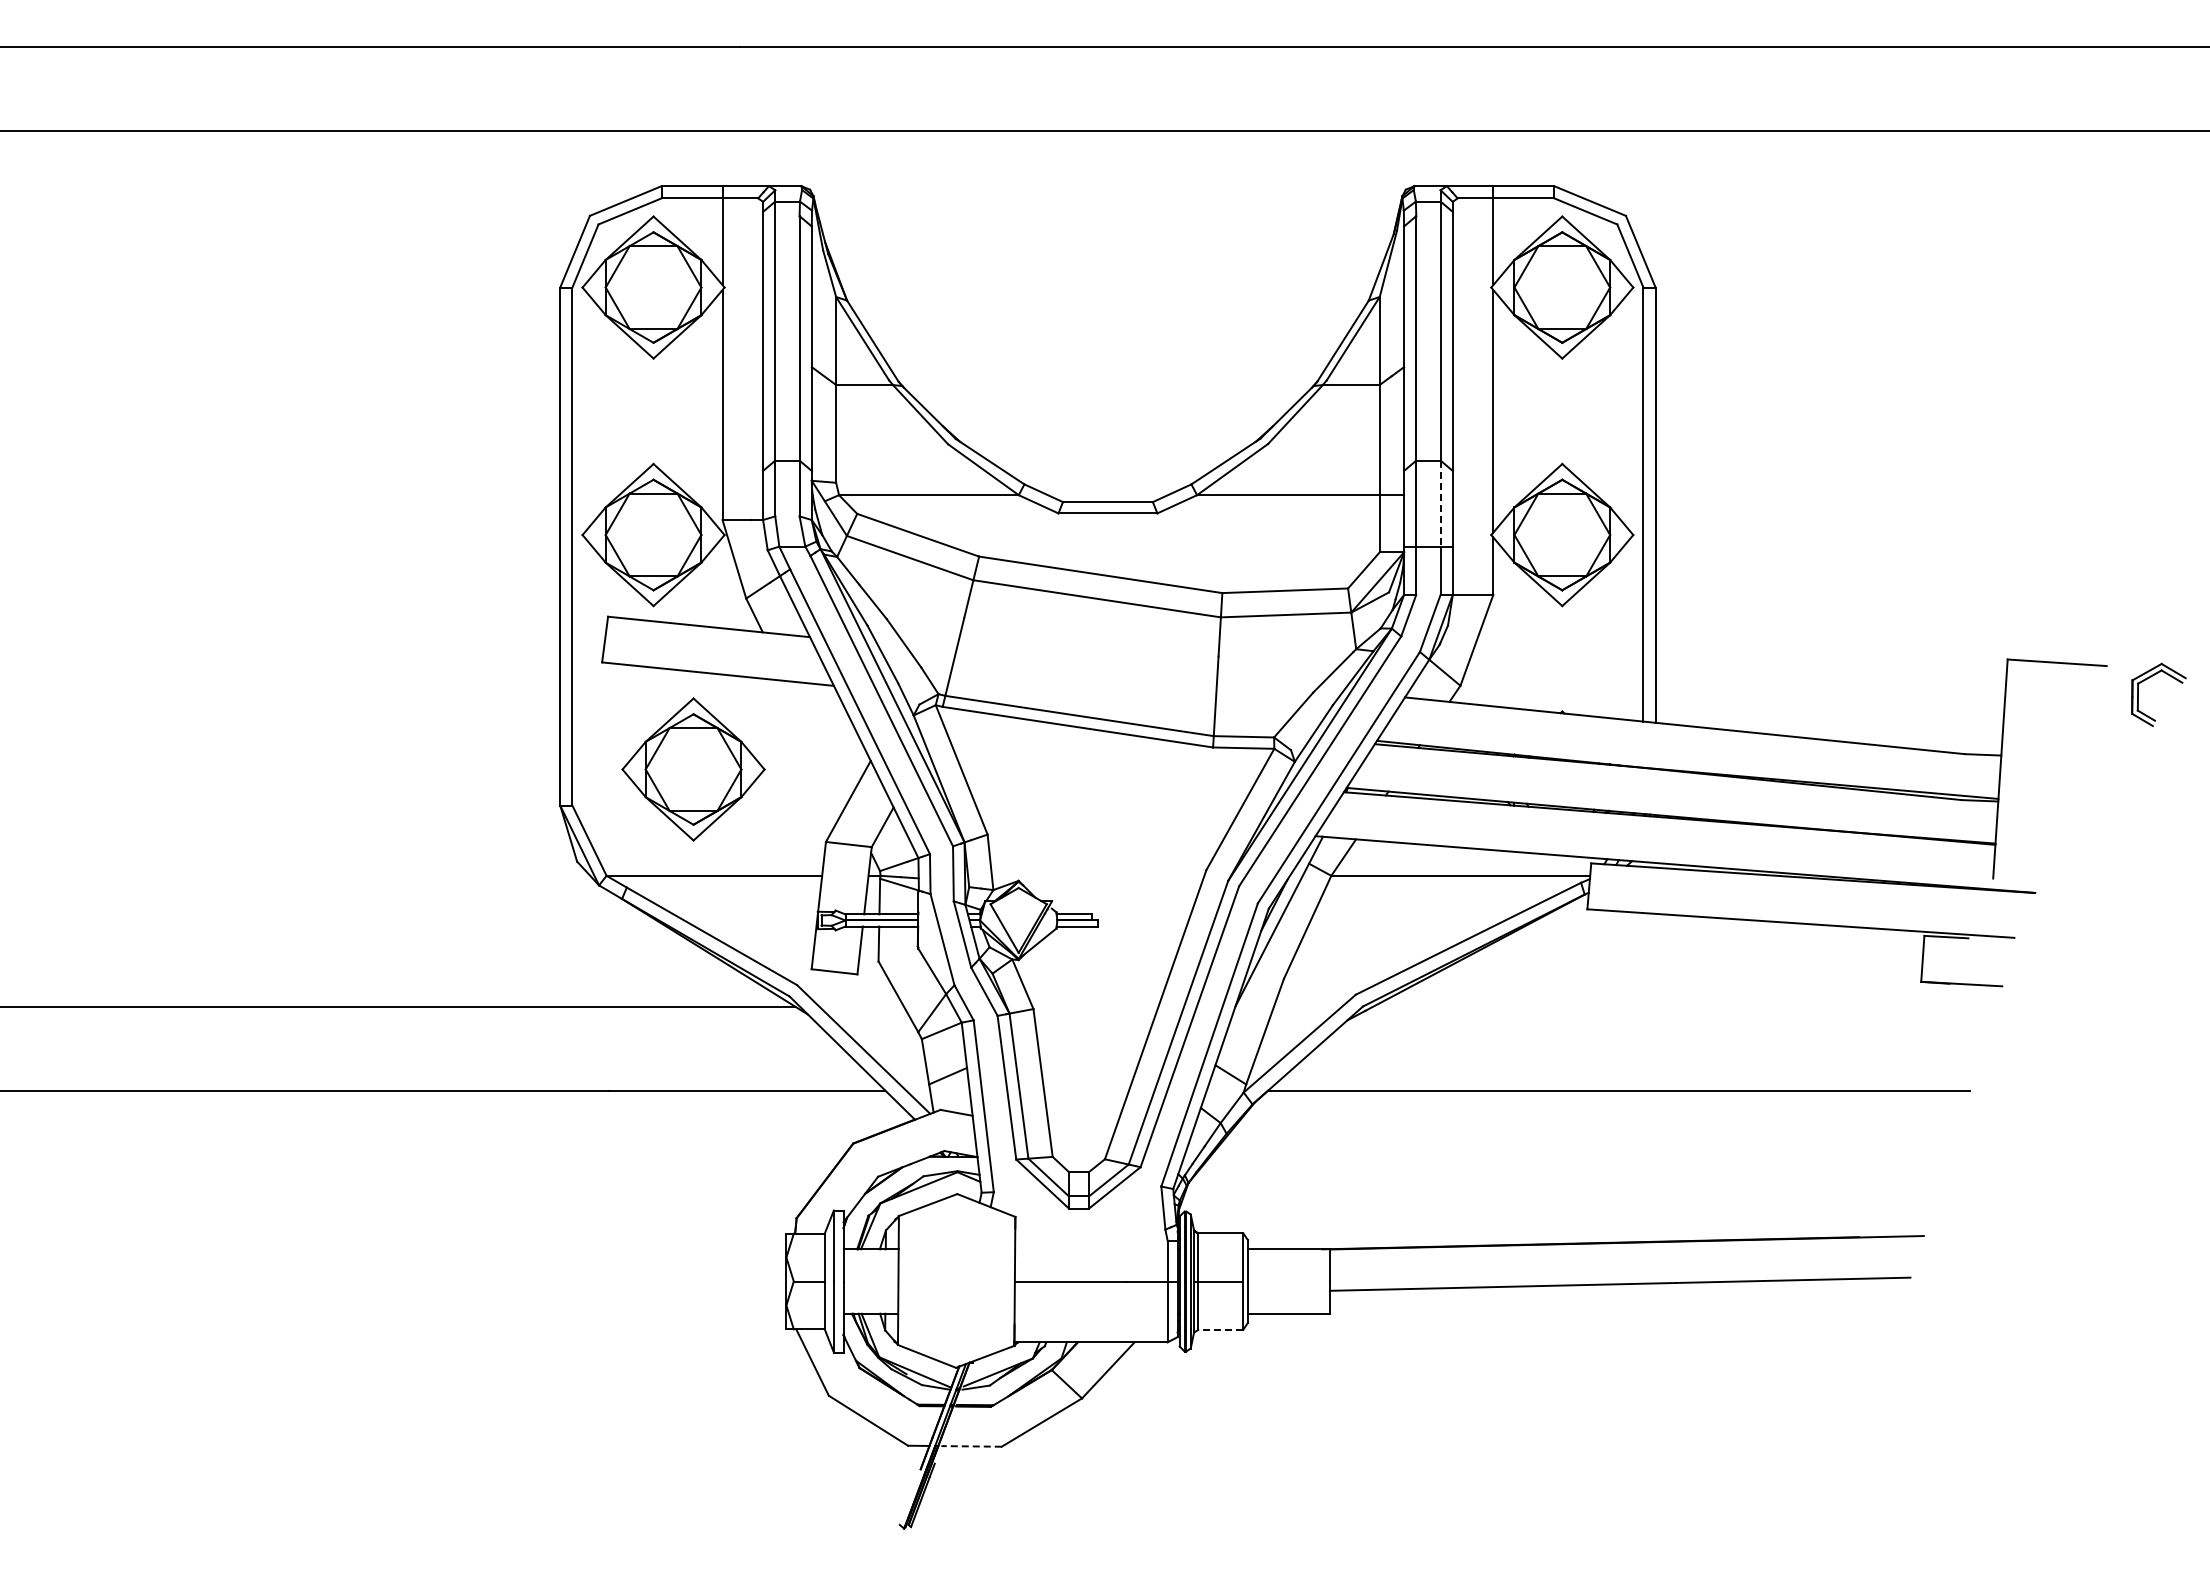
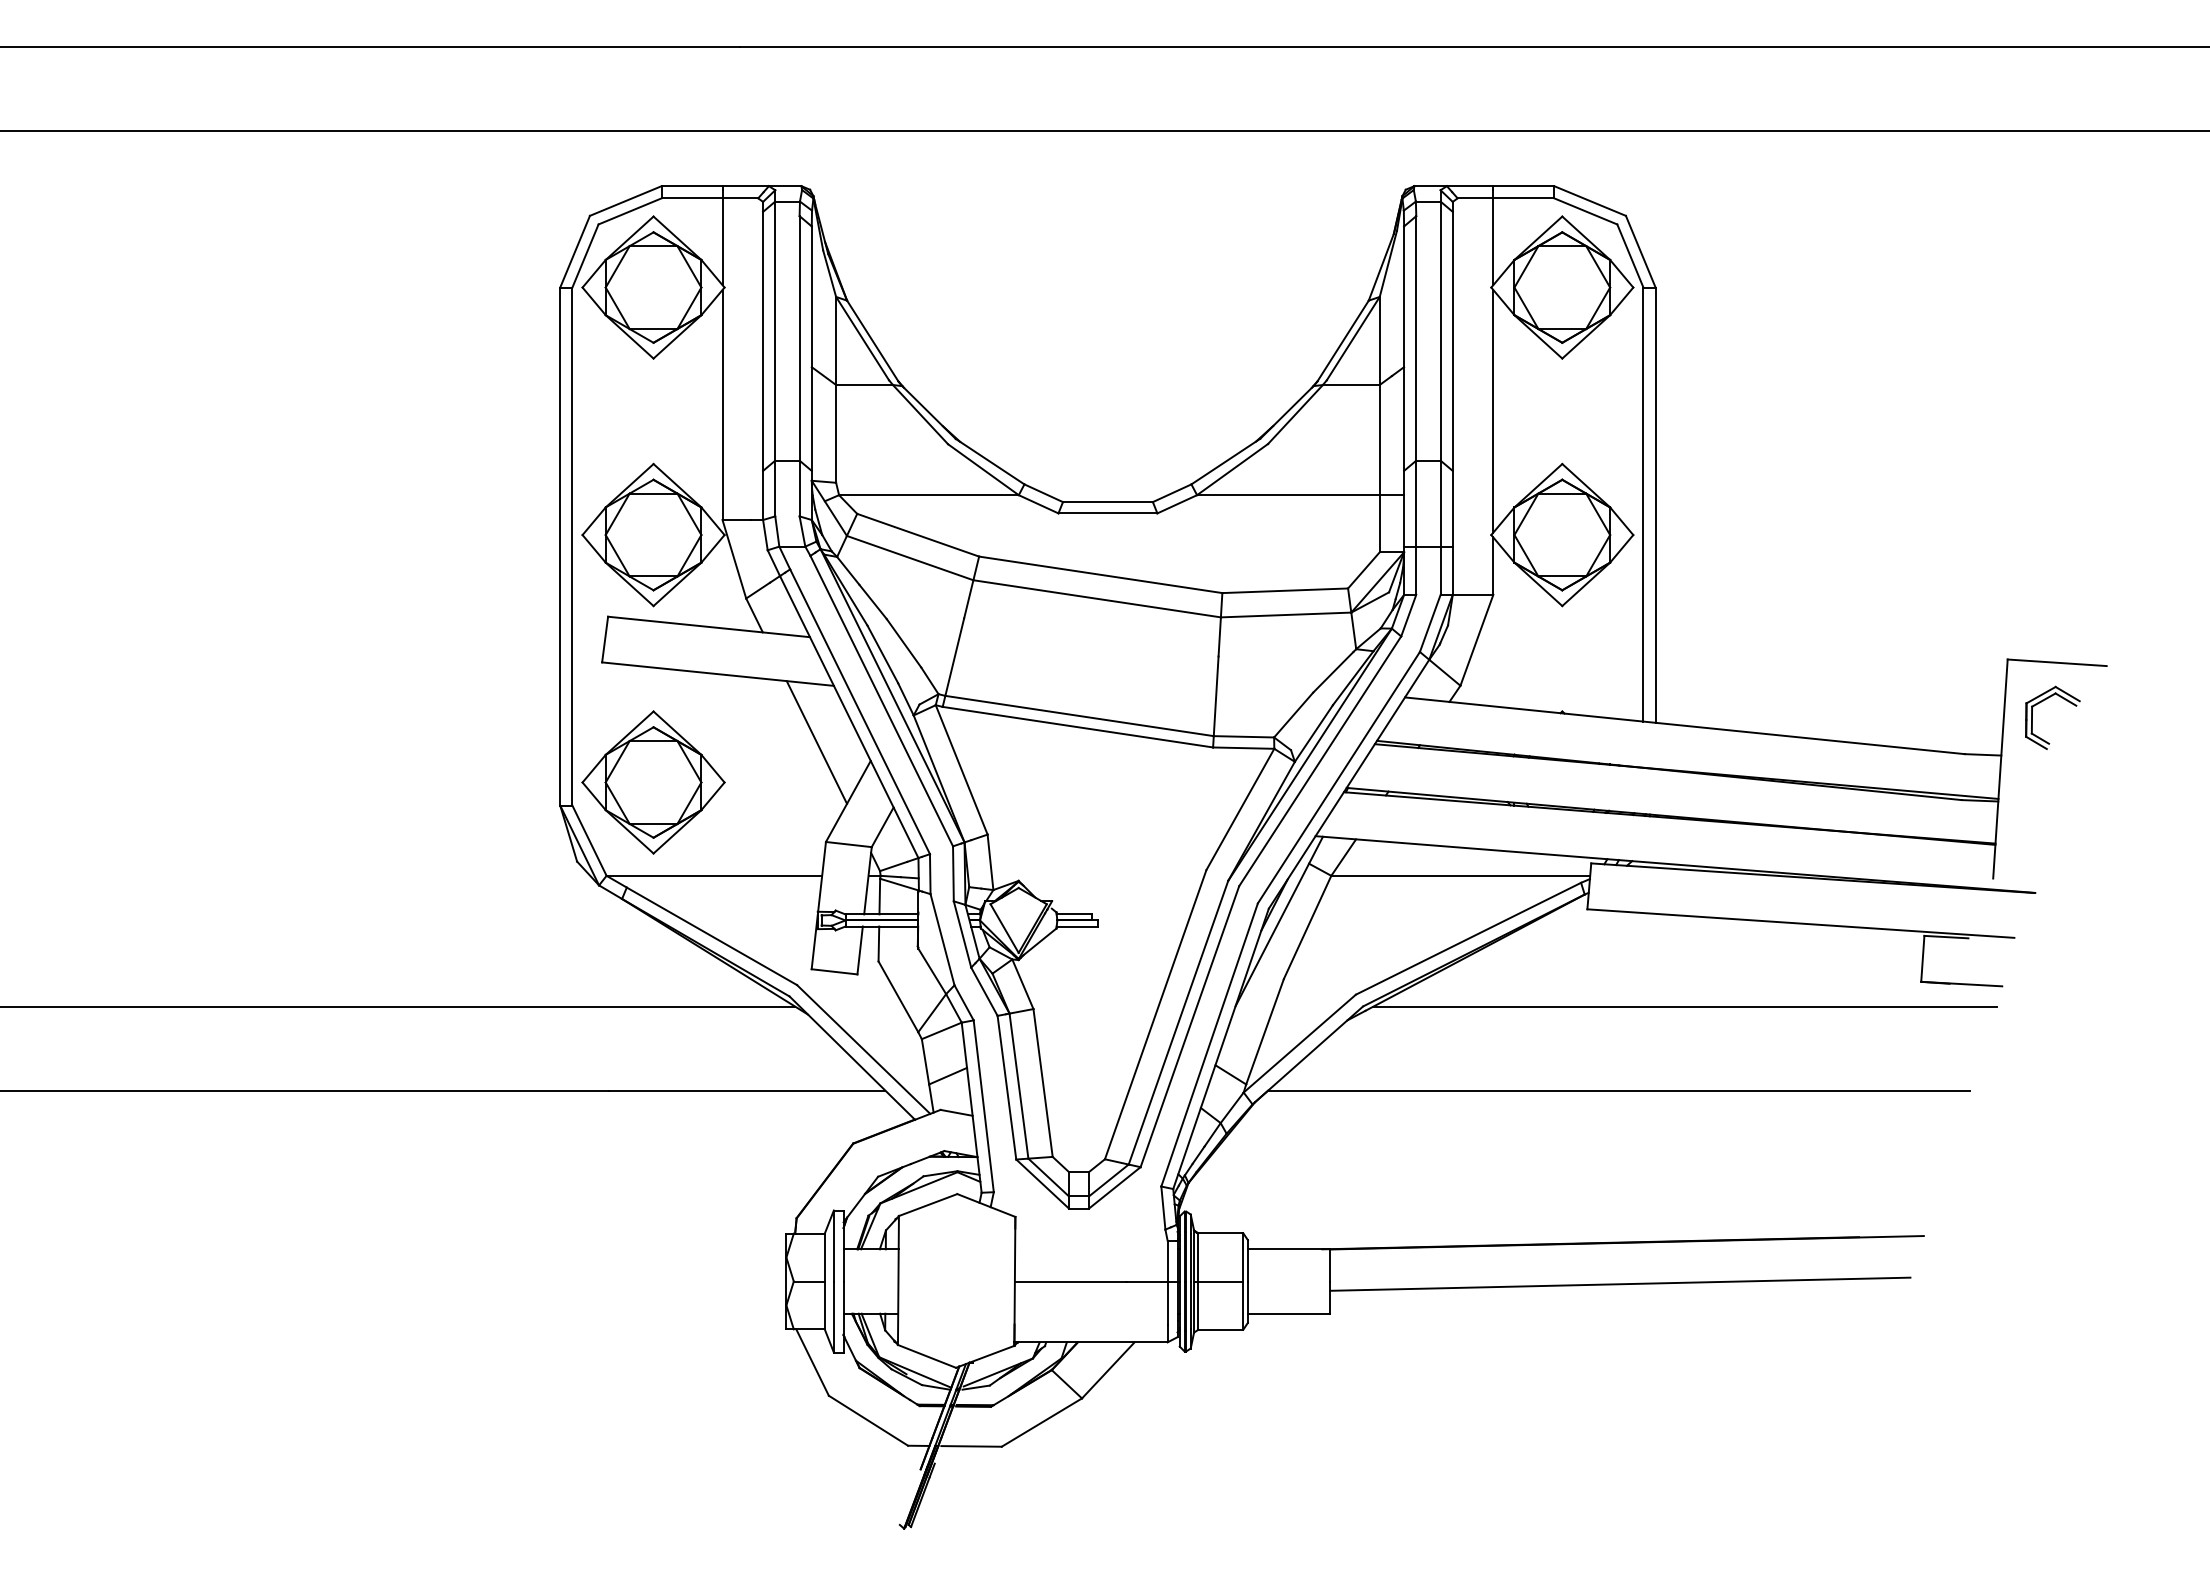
line at (1440, 504): dashed -> solid
part at (2149, 678) position: (2149, 678) -> (2043, 701)
line at (816, 742): none -> present
part at (693, 769) position: (693, 769) -> (653, 782)
line at (1684, 1006): none -> present
line at (1220, 1329): dashed -> solid
line at (971, 1446): dashed -> solid
